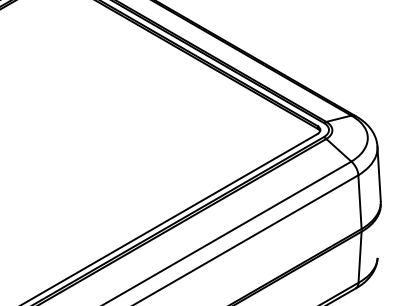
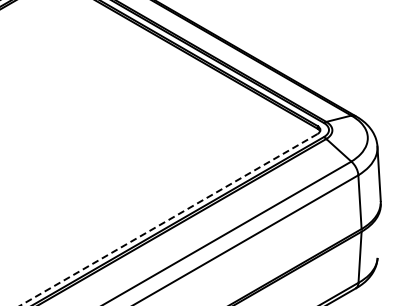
line at (168, 219): solid -> dashed
